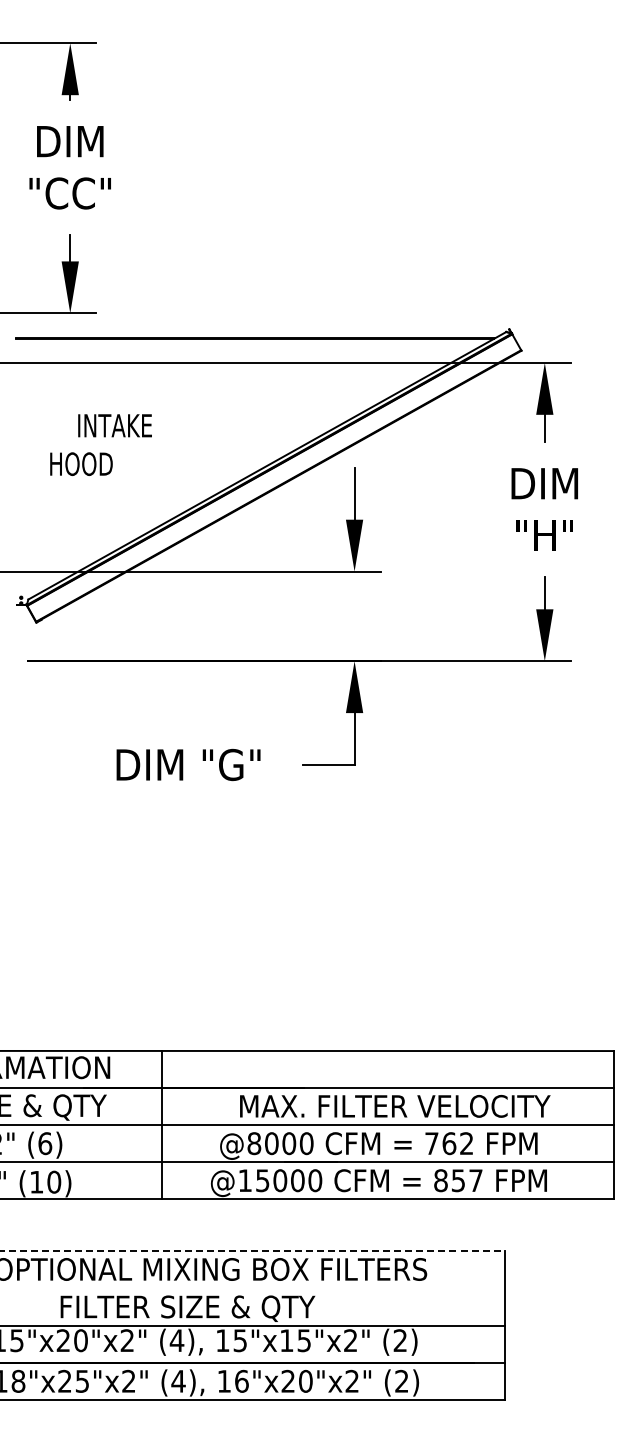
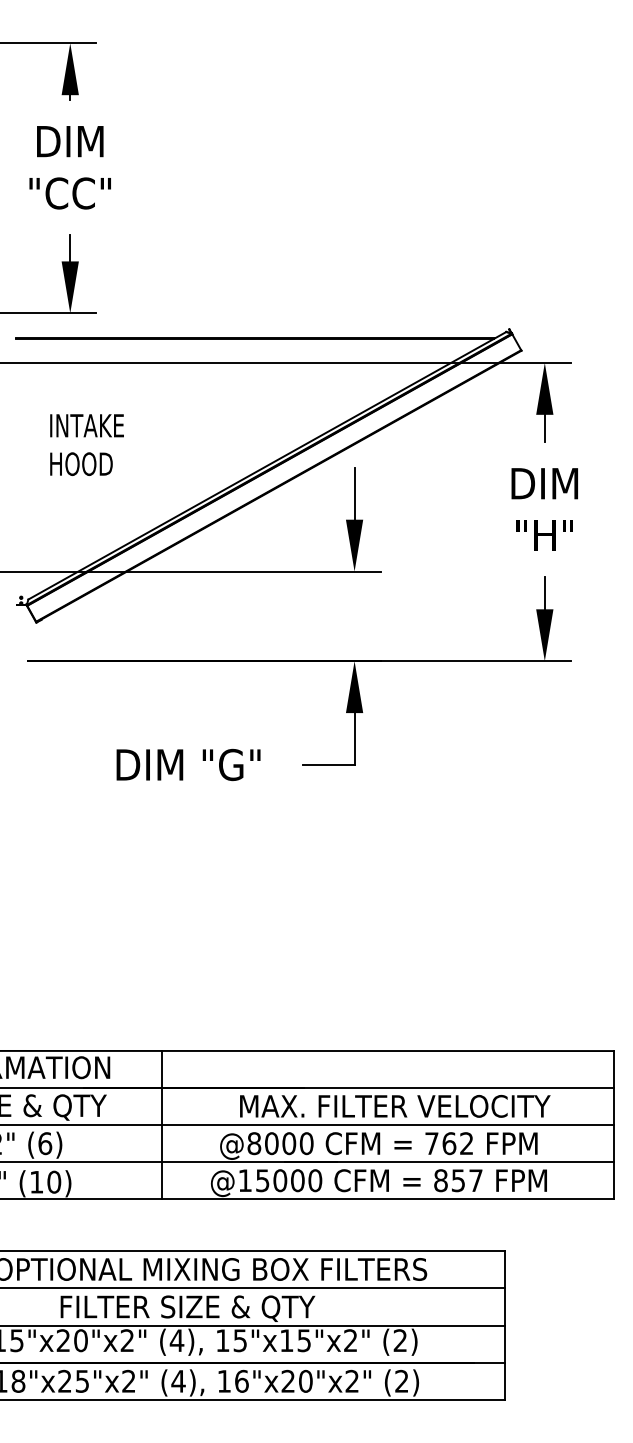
text at (114, 425) position: (114, 425) -> (86, 425)
line at (253, 1251): dashed -> solid
line at (253, 1288): none -> present
